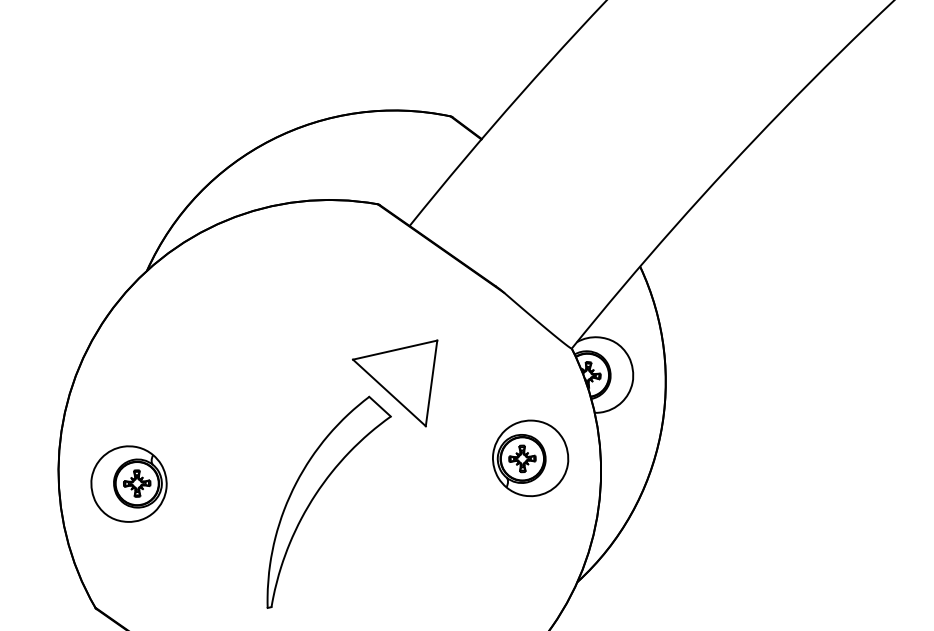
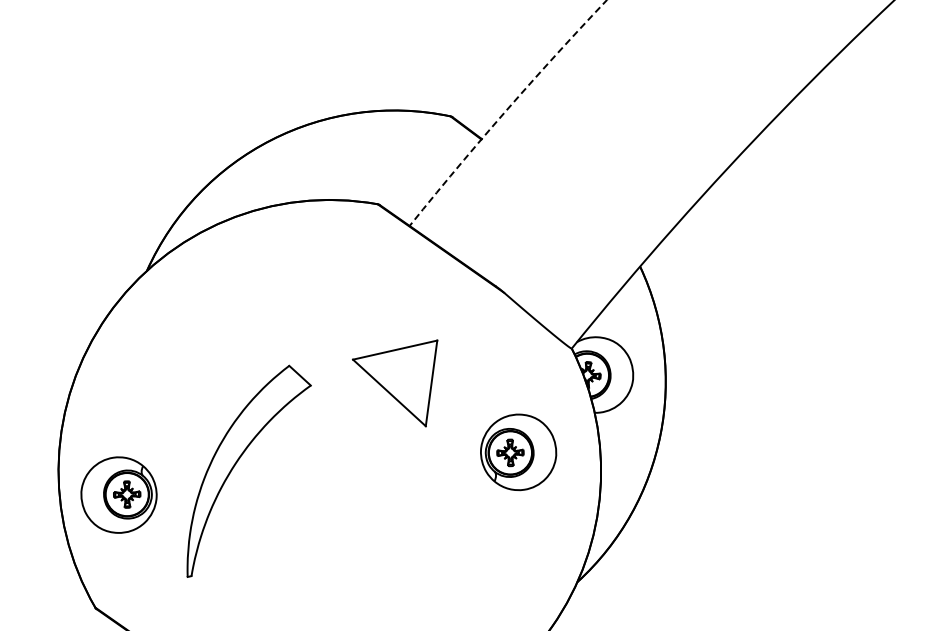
arc at (505, 111): solid -> dashed
part at (530, 458) position: (530, 458) -> (518, 452)
part at (128, 483) position: (128, 483) -> (118, 494)
part at (316, 495) position: (316, 495) -> (236, 464)
